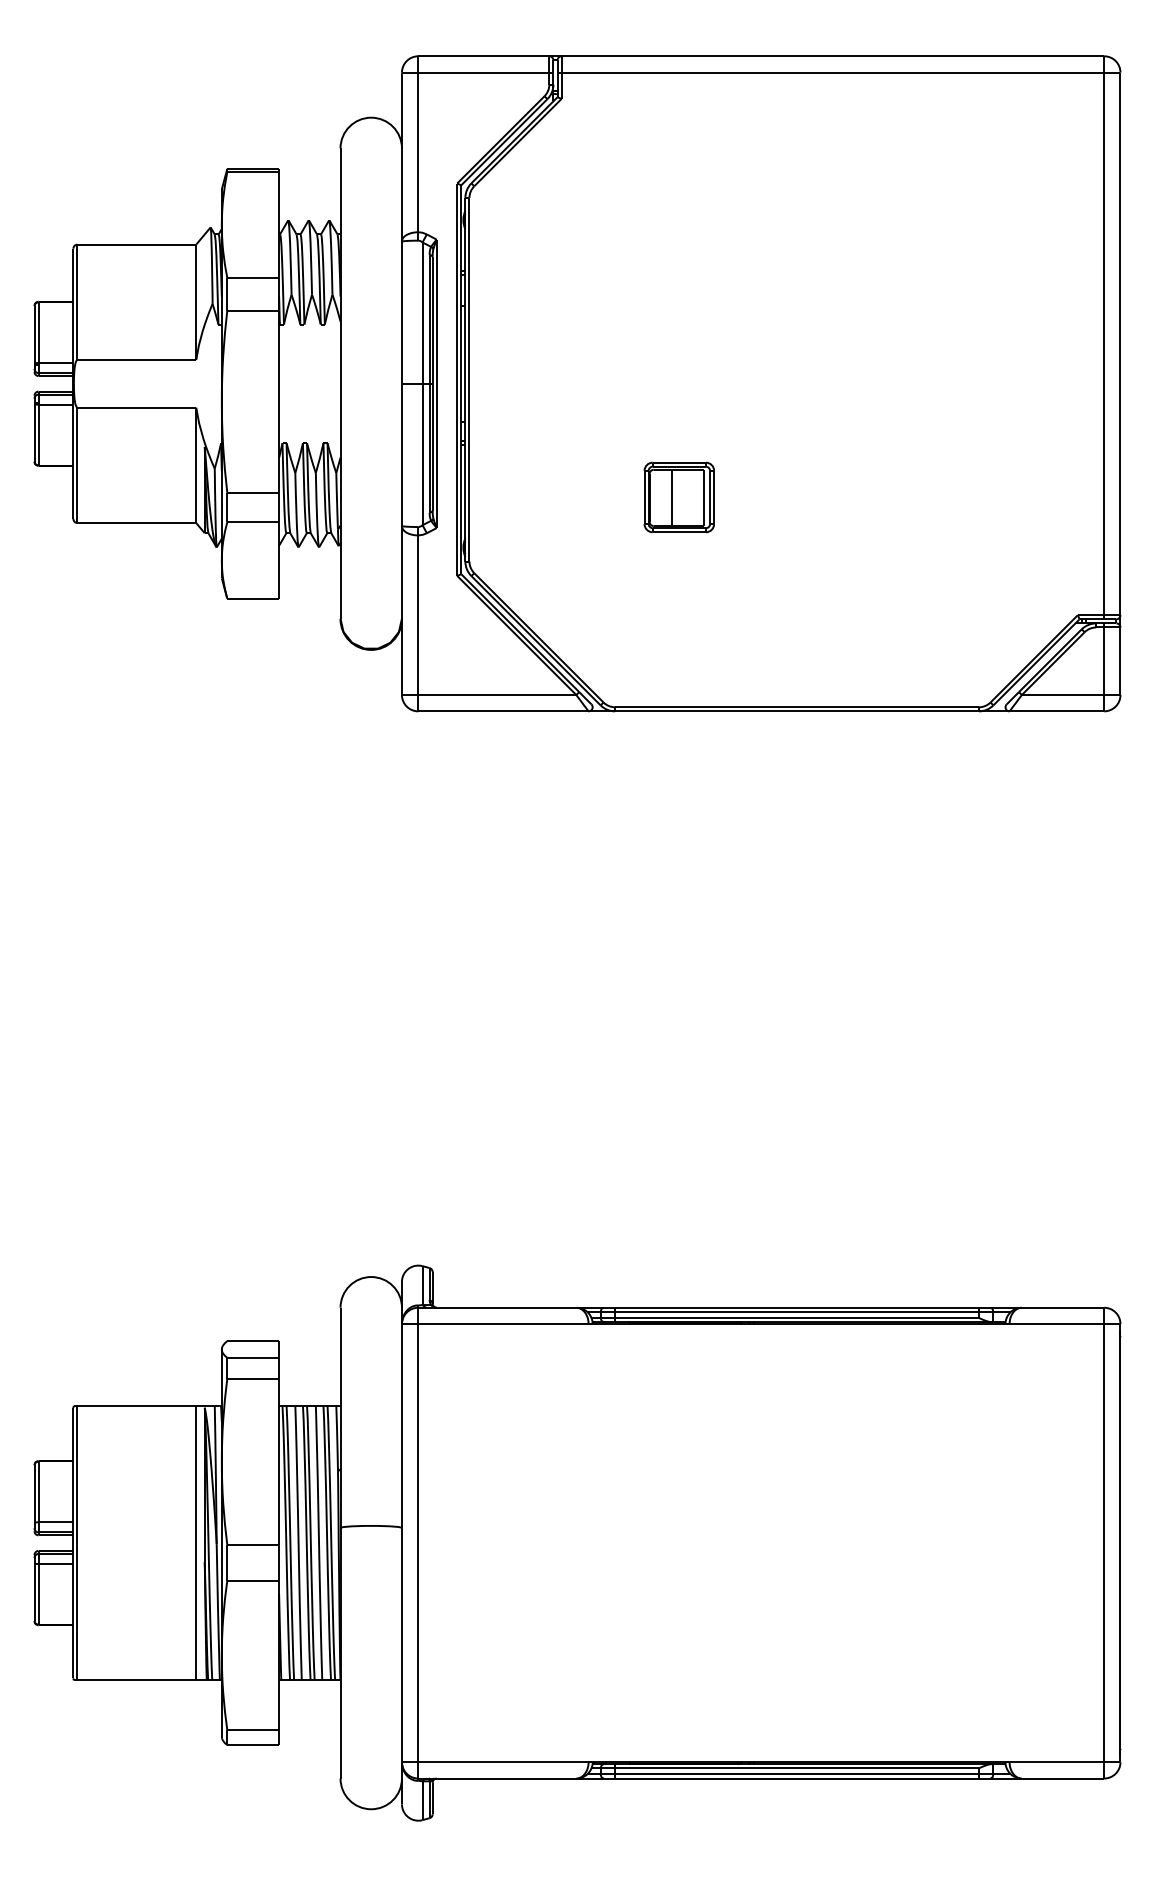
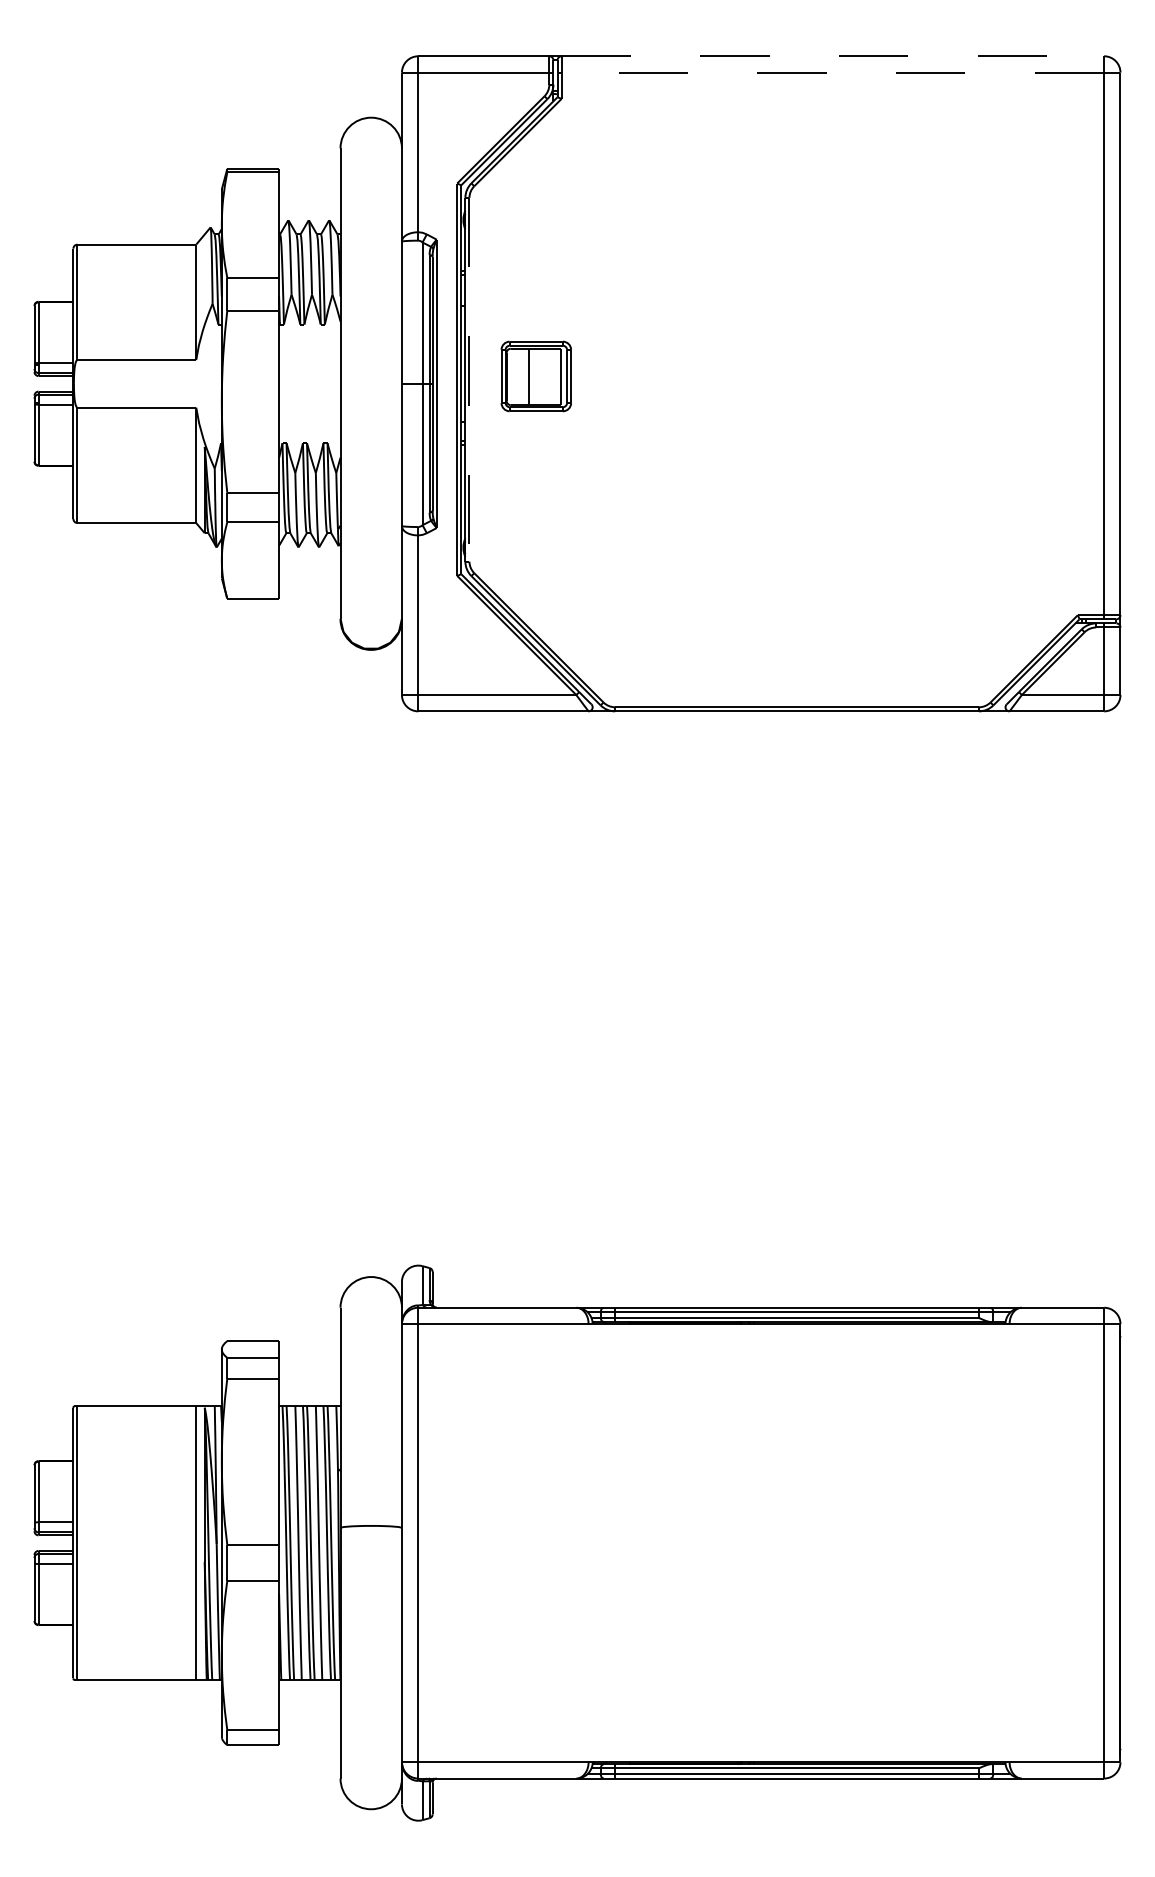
line at (833, 56): solid -> dashed
line at (832, 72): solid -> dashed
line at (469, 379): solid -> dashed
part at (678, 497) position: (678, 497) -> (535, 376)
